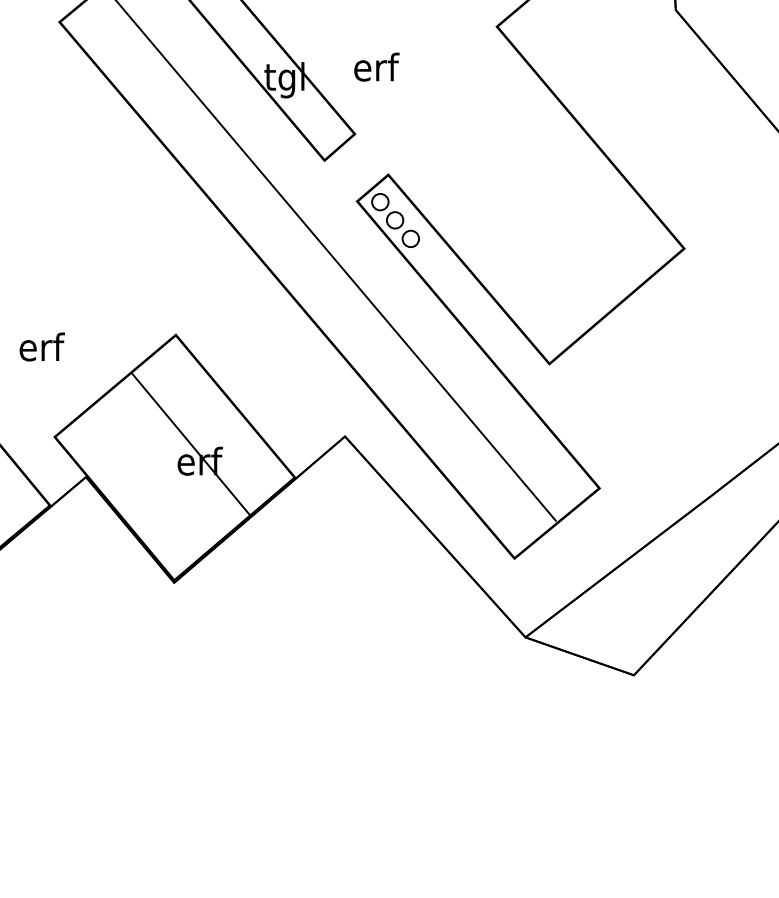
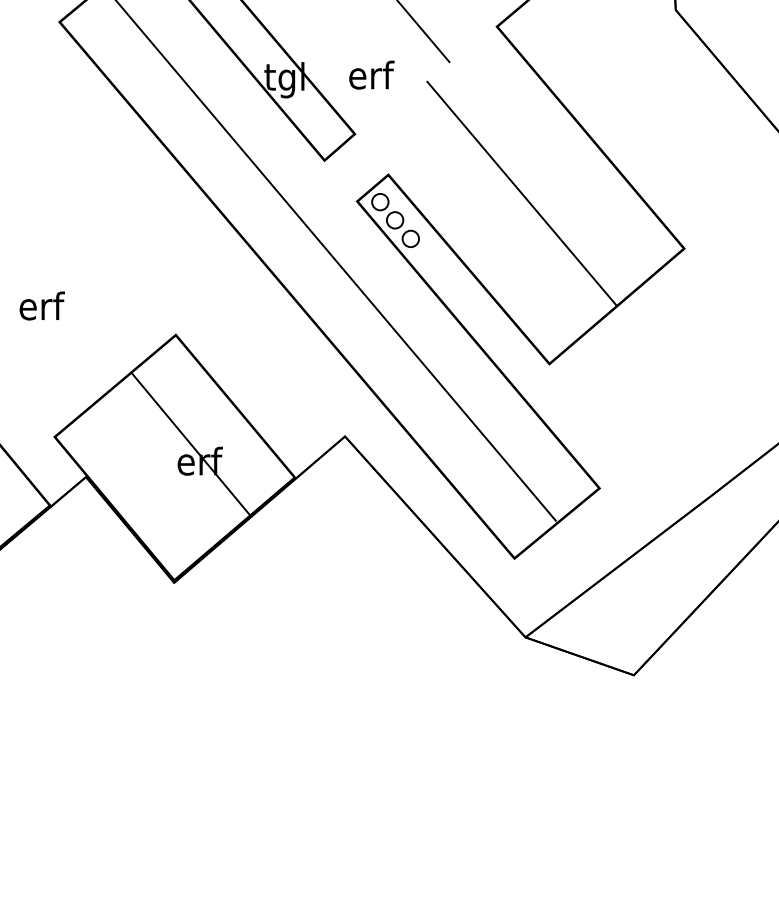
line at (423, 32): none -> present
text at (376, 66) position: (376, 66) -> (371, 74)
line at (521, 193): none -> present
text at (41, 346) position: (41, 346) -> (41, 305)
